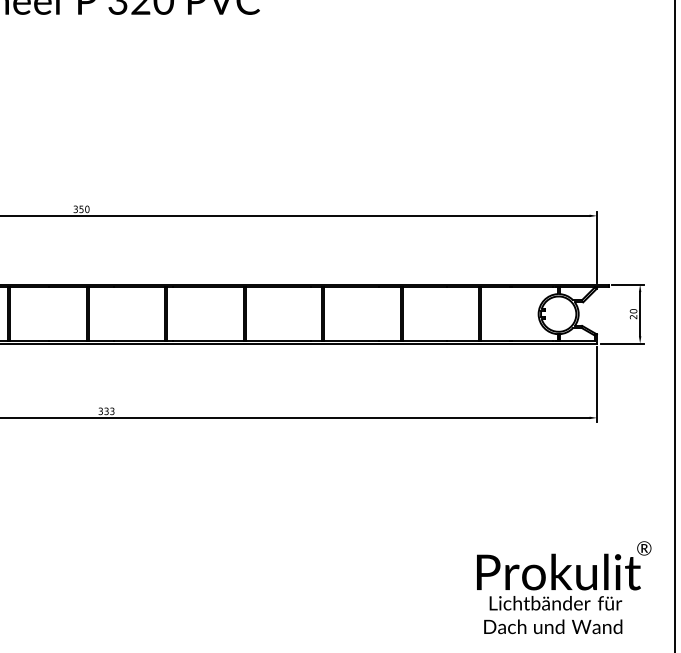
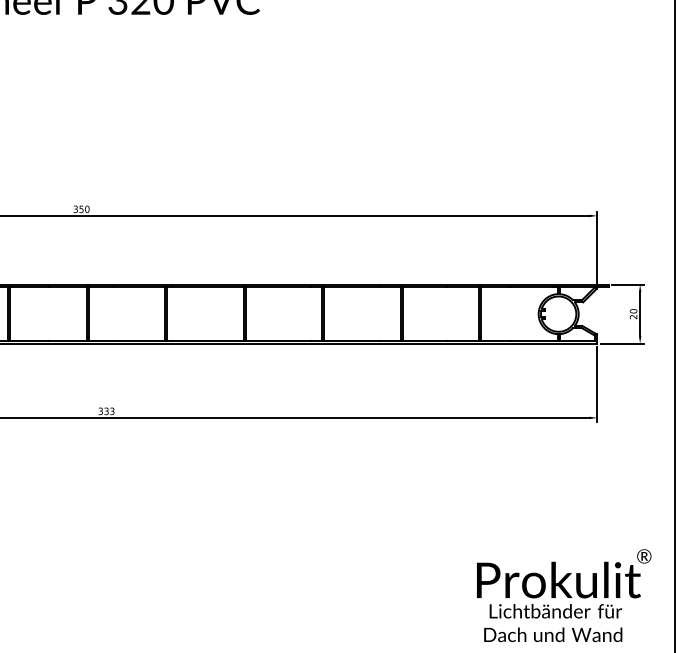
text at (564, 587) position: (564, 587) -> (564, 595)
